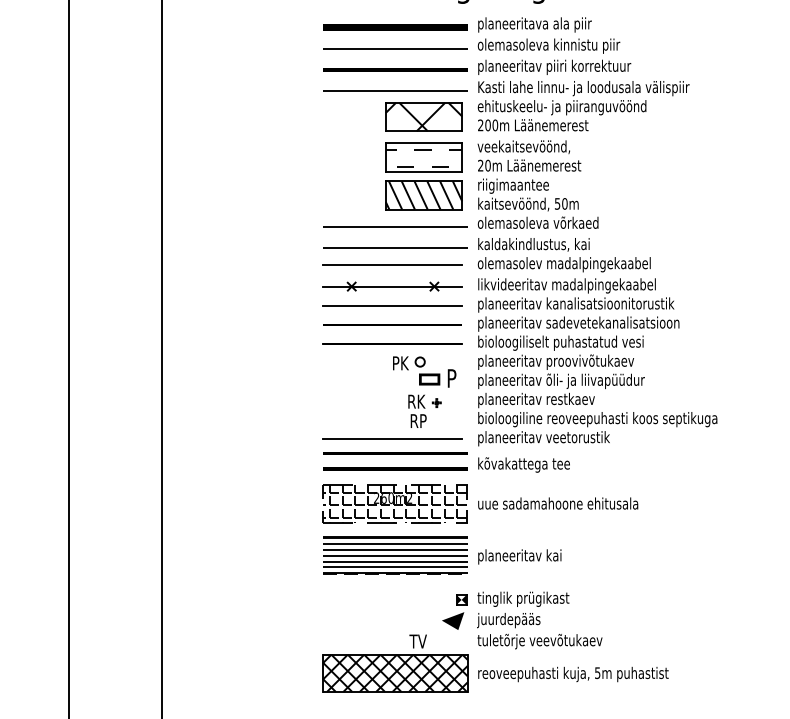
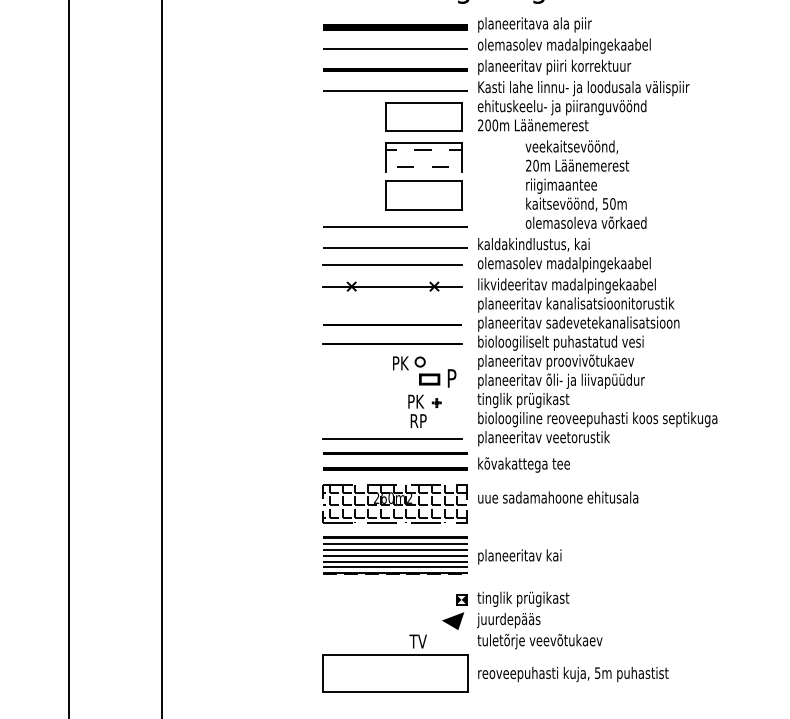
text at (596, 45): olemasoleva kinnistu piir -> olemasolev madalpingekaabel
hatch at (423, 116): present -> none
line at (423, 171): present -> none
text at (537, 184) position: (537, 184) -> (585, 184)
hatch at (423, 195): present -> none
line at (392, 305): present -> none
text at (535, 400): planeeritav restkaev -> tinglik prügikast
text at (417, 401): RK -> PK
text at (558, 503) position: (558, 503) -> (558, 497)
hatch at (395, 672): present -> none
